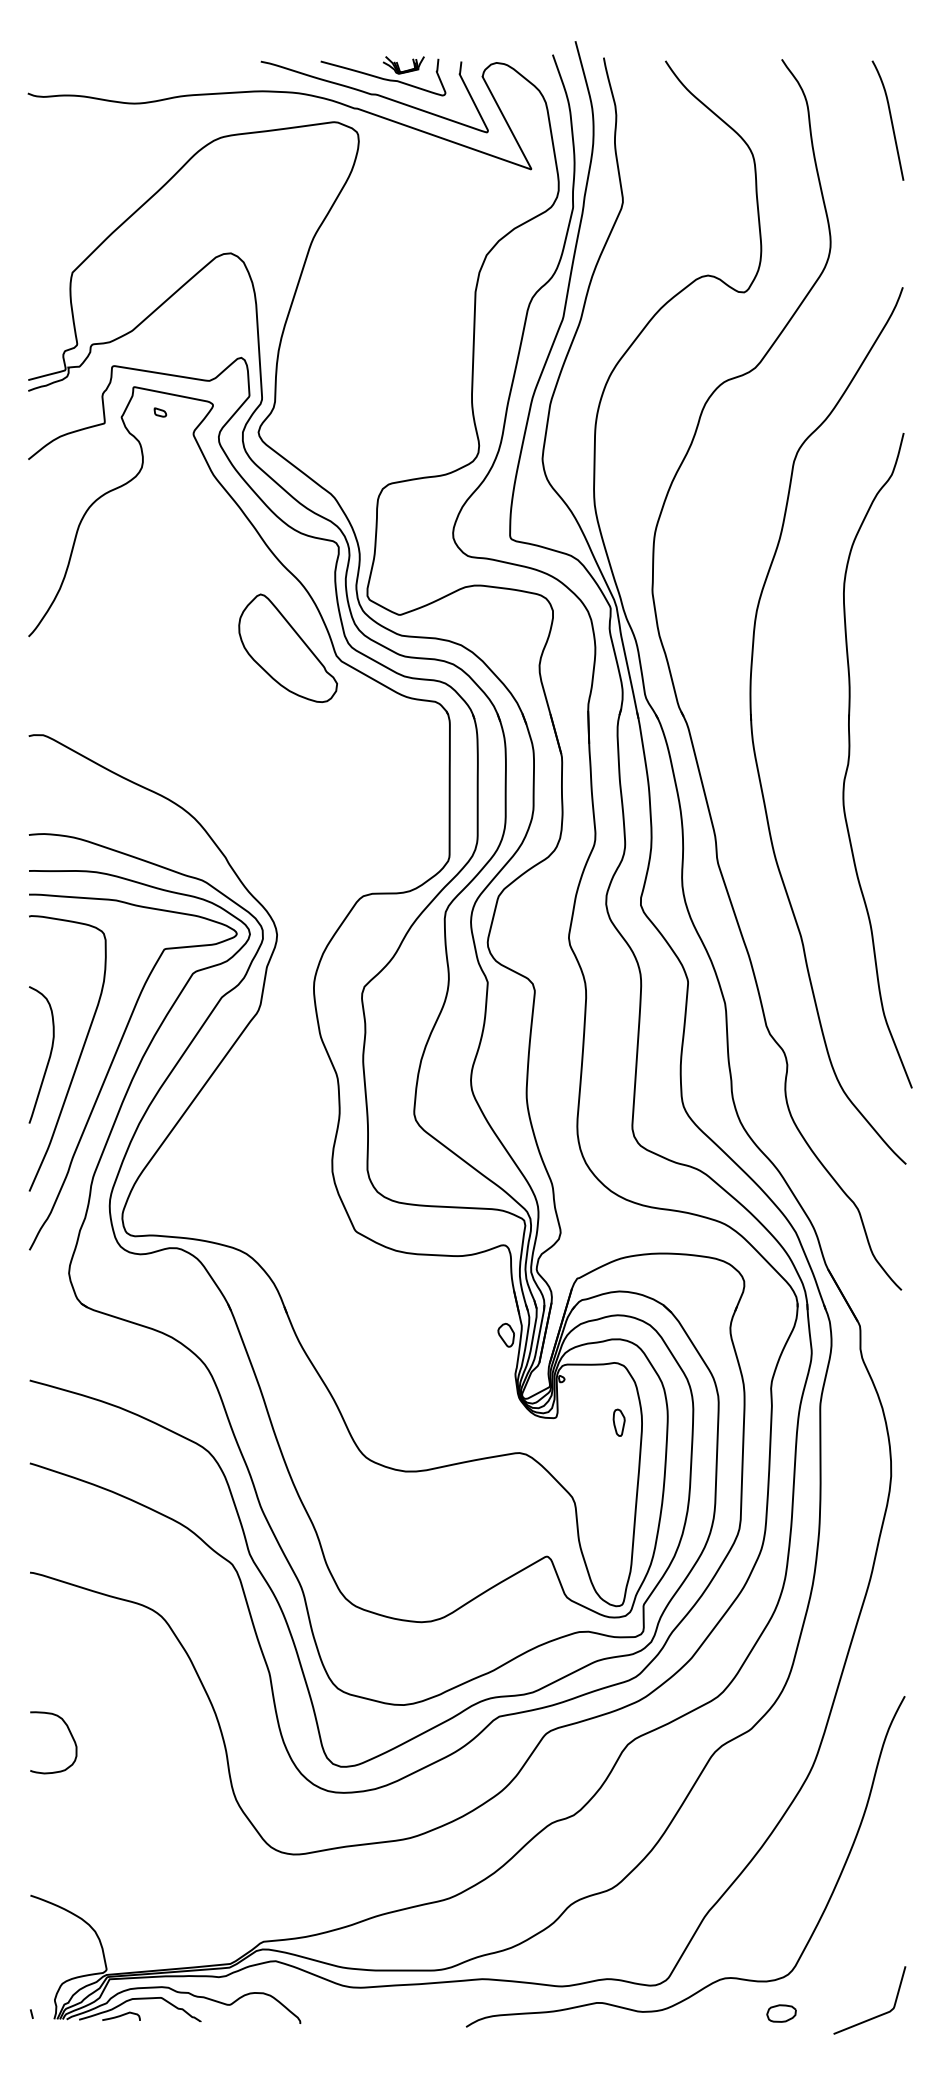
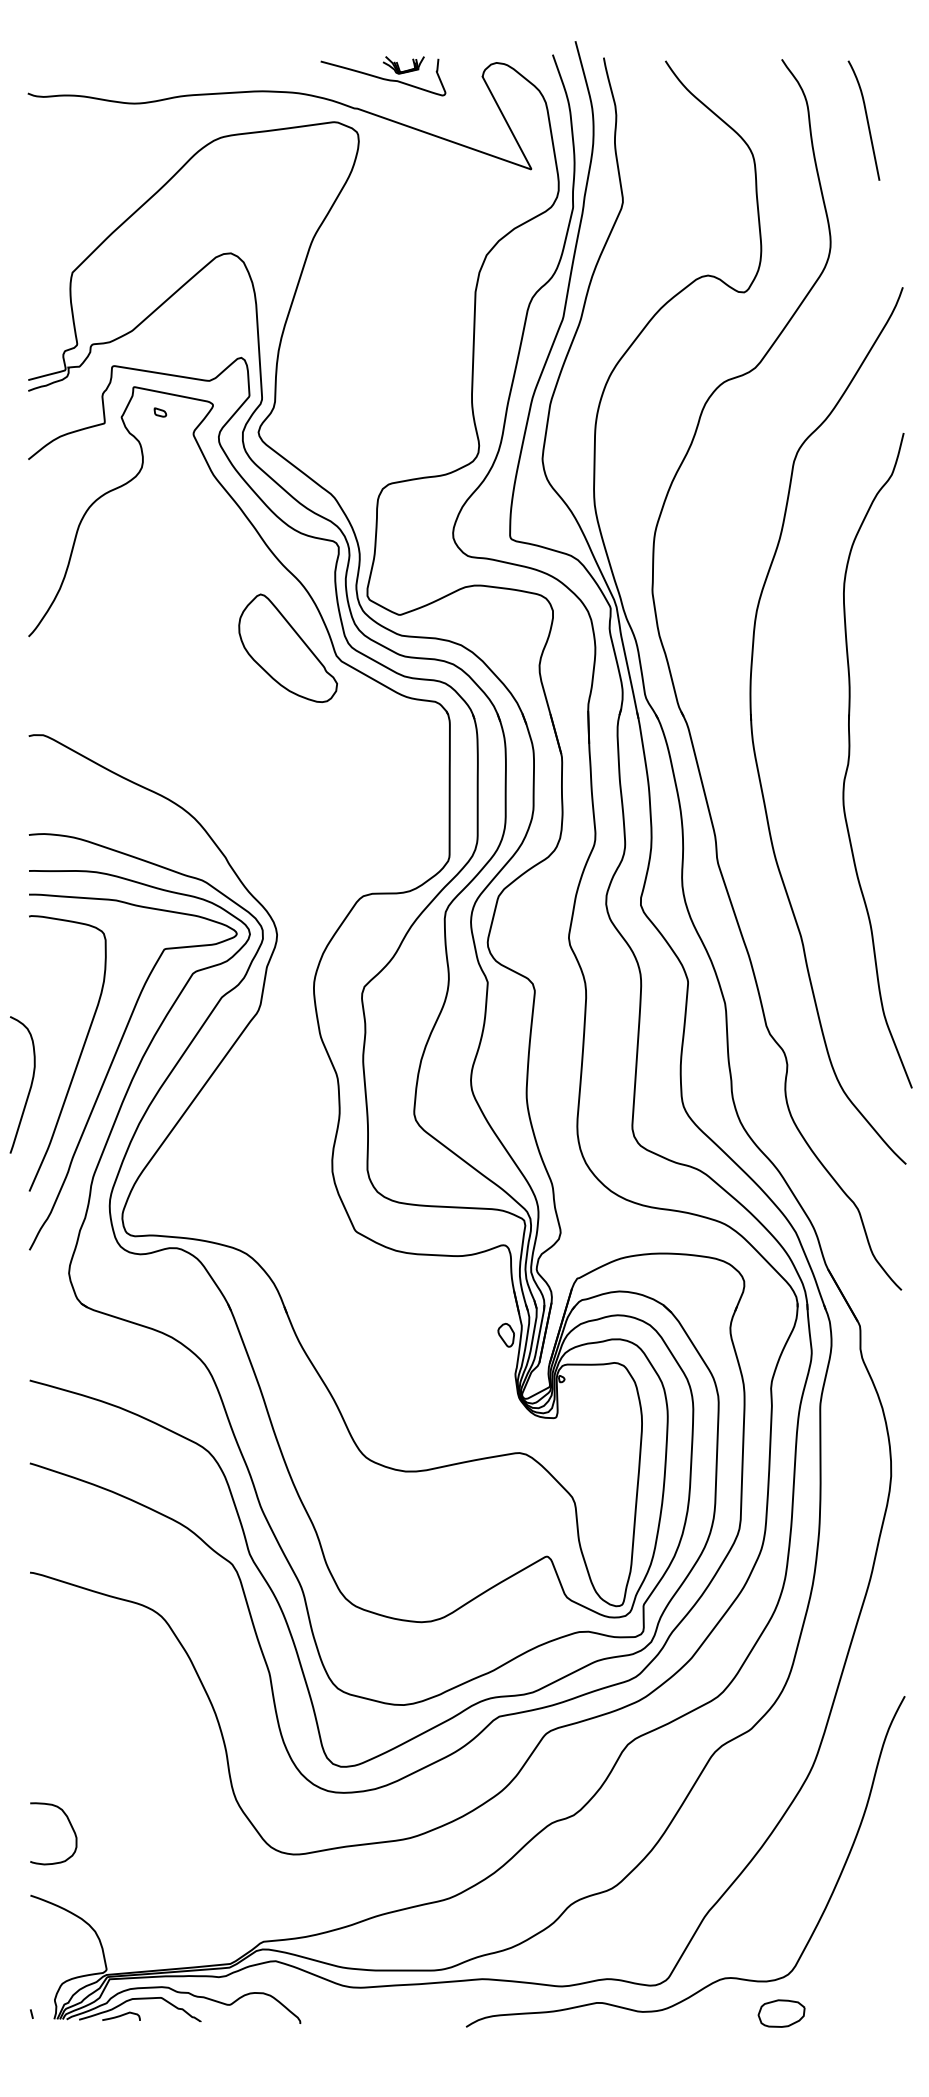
curve at (374, 95): present -> none
curve at (890, 120) position: (890, 120) -> (866, 120)
curve at (49, 1054) position: (49, 1054) -> (30, 1084)
part at (618, 1422): present -> none
curve at (69, 1733) position: (69, 1733) -> (69, 1824)
part at (781, 2013) size: 31x19 px -> 49x29 px
curve at (874, 2016): present -> none
